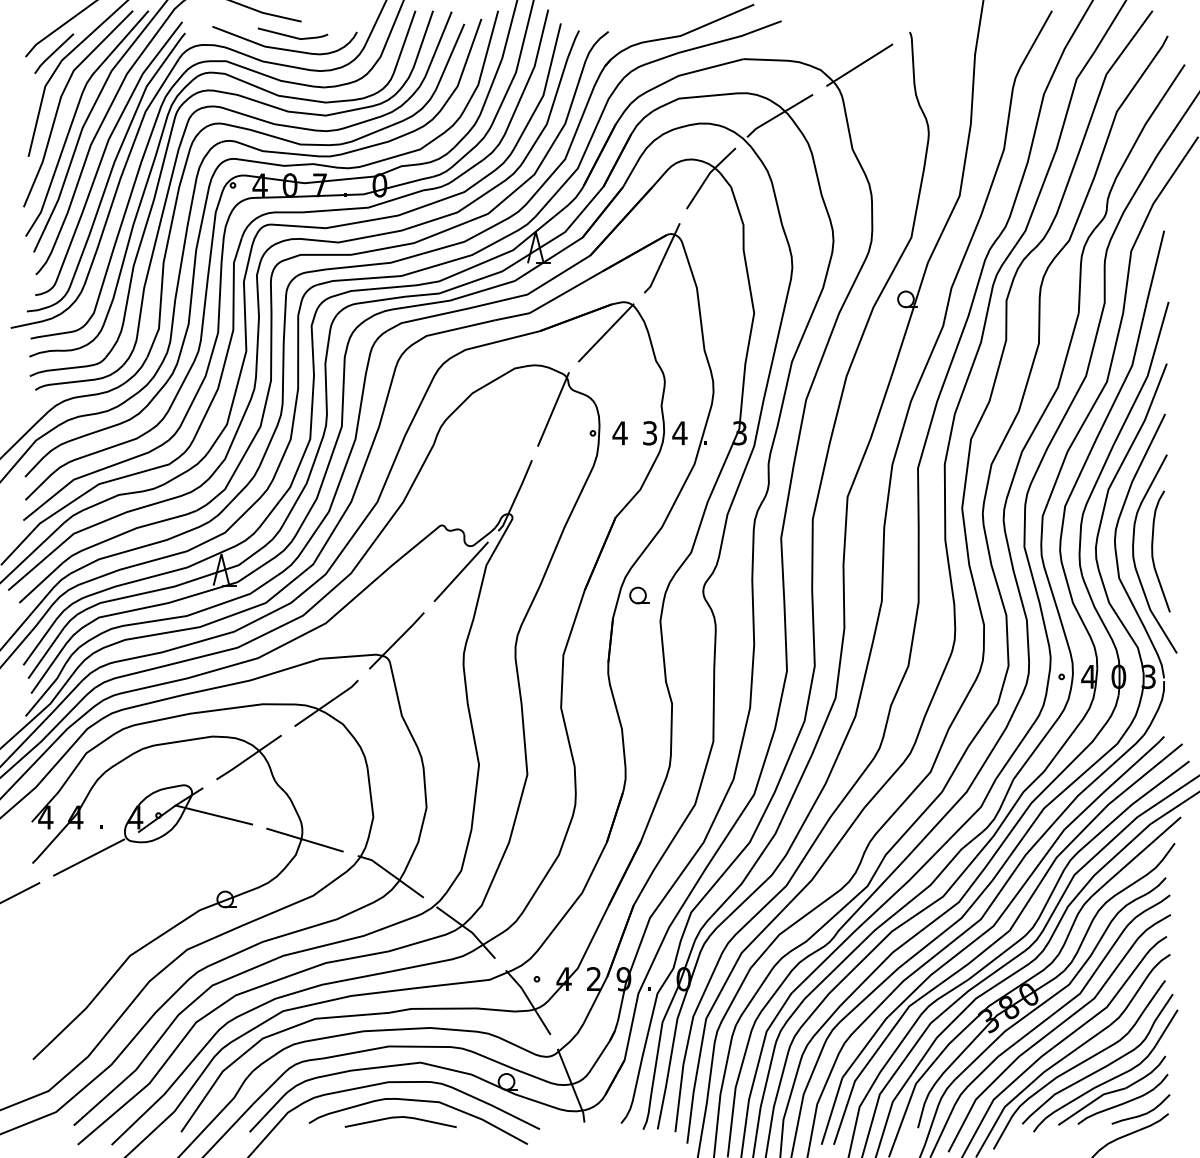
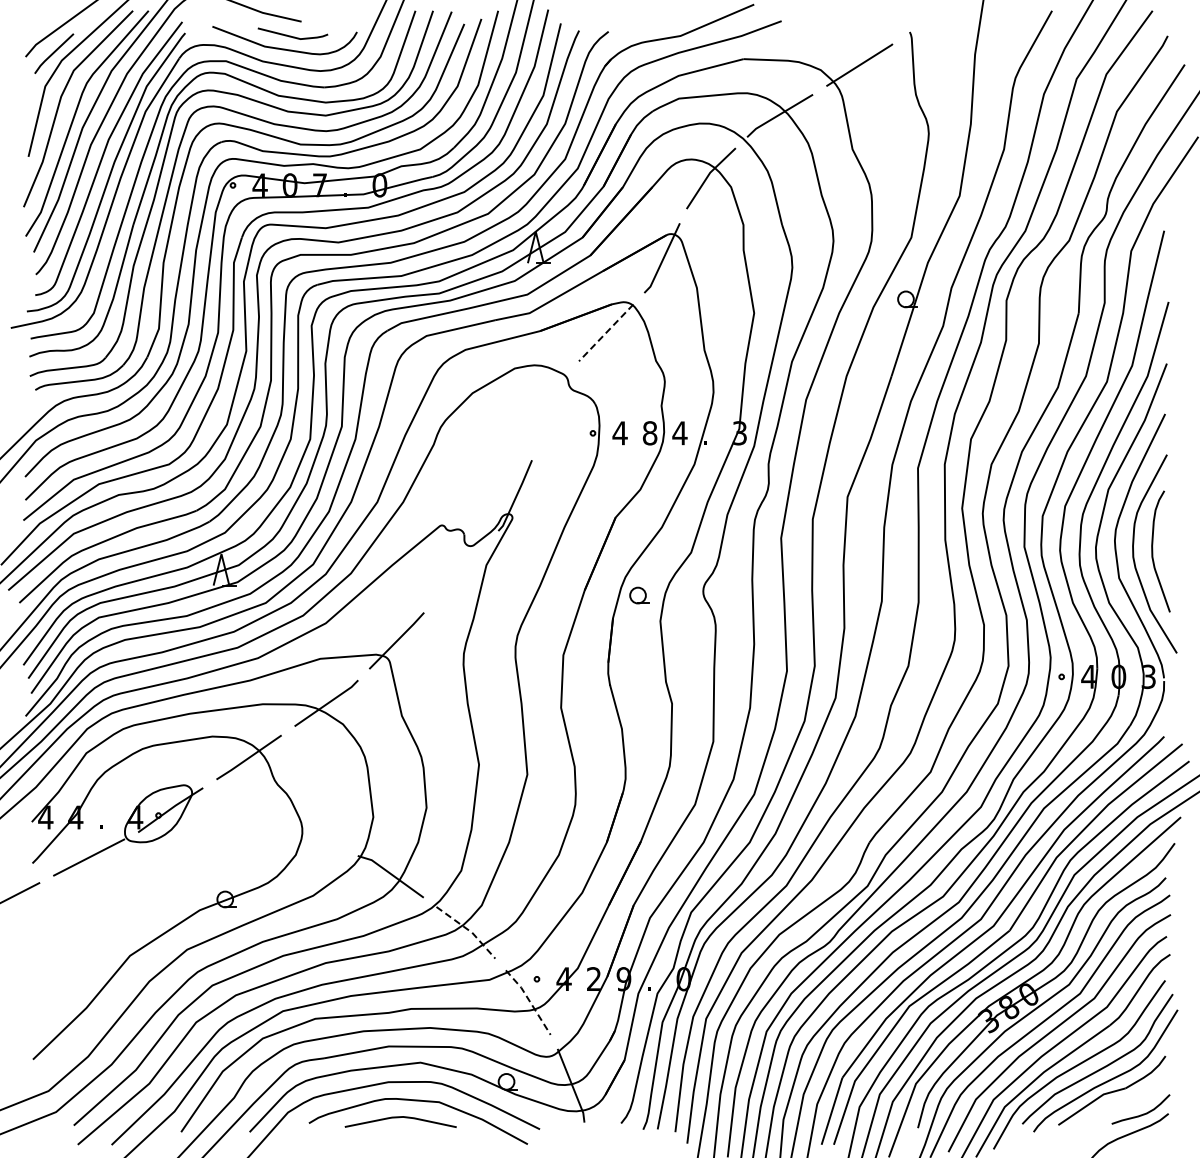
line at (605, 333): solid -> dashed
line at (553, 409): present -> none
text at (649, 433): 3 -> 8
line at (460, 571): present -> none
line at (213, 814): present -> none
line at (304, 839): present -> none
line at (469, 930): solid -> dashed
line at (529, 1001): solid -> dashed
curve at (1123, 1102): present -> none
